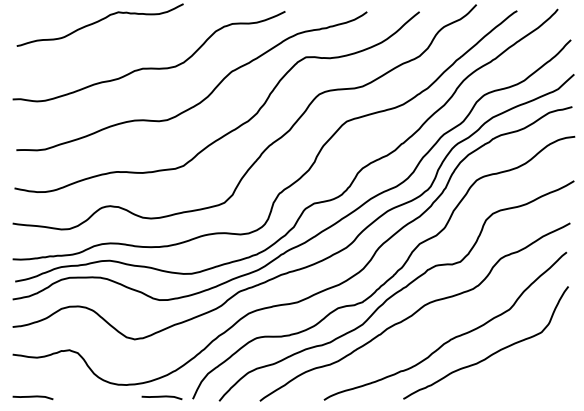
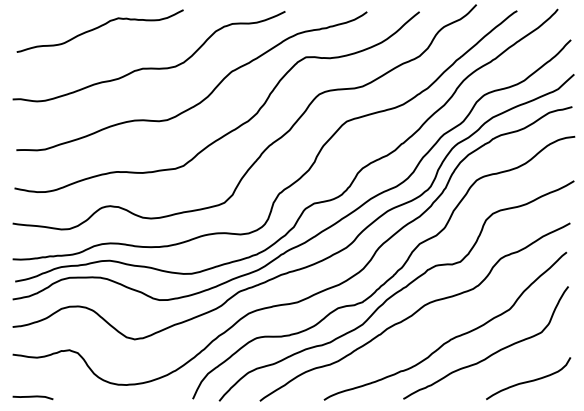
curve at (98, 22) position: (98, 22) -> (98, 28)
curve at (528, 380): none -> present
curve at (161, 397): present -> none
